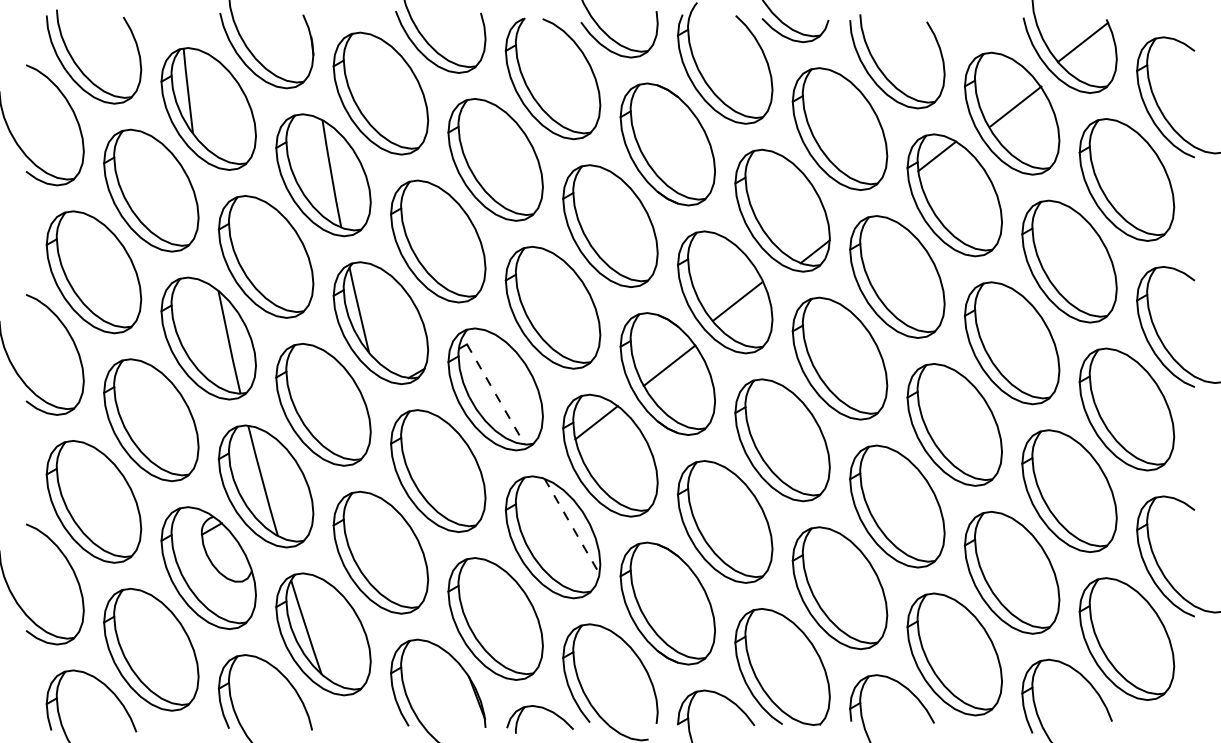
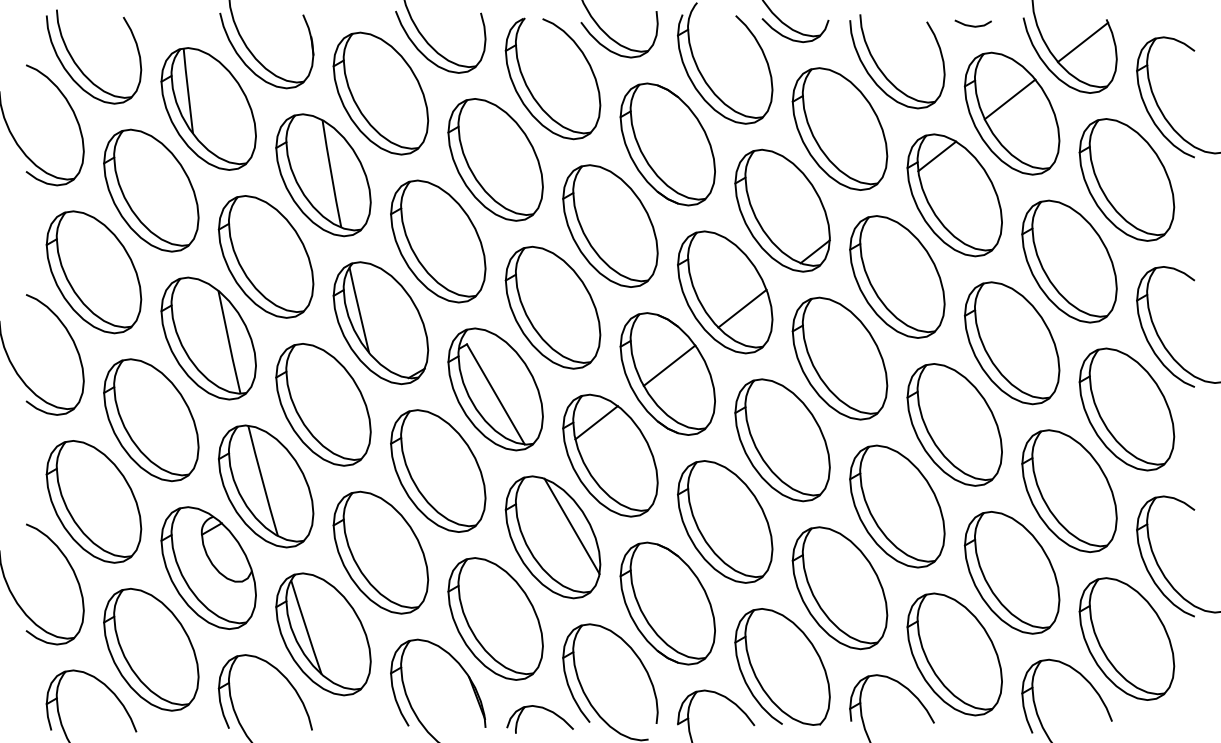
line at (972, 25): none -> present
line at (1015, 106) position: (1015, 106) -> (1009, 99)
line at (737, 301) position: (737, 301) -> (742, 308)
line at (495, 394): dashed -> solid
line at (572, 526): dashed -> solid
